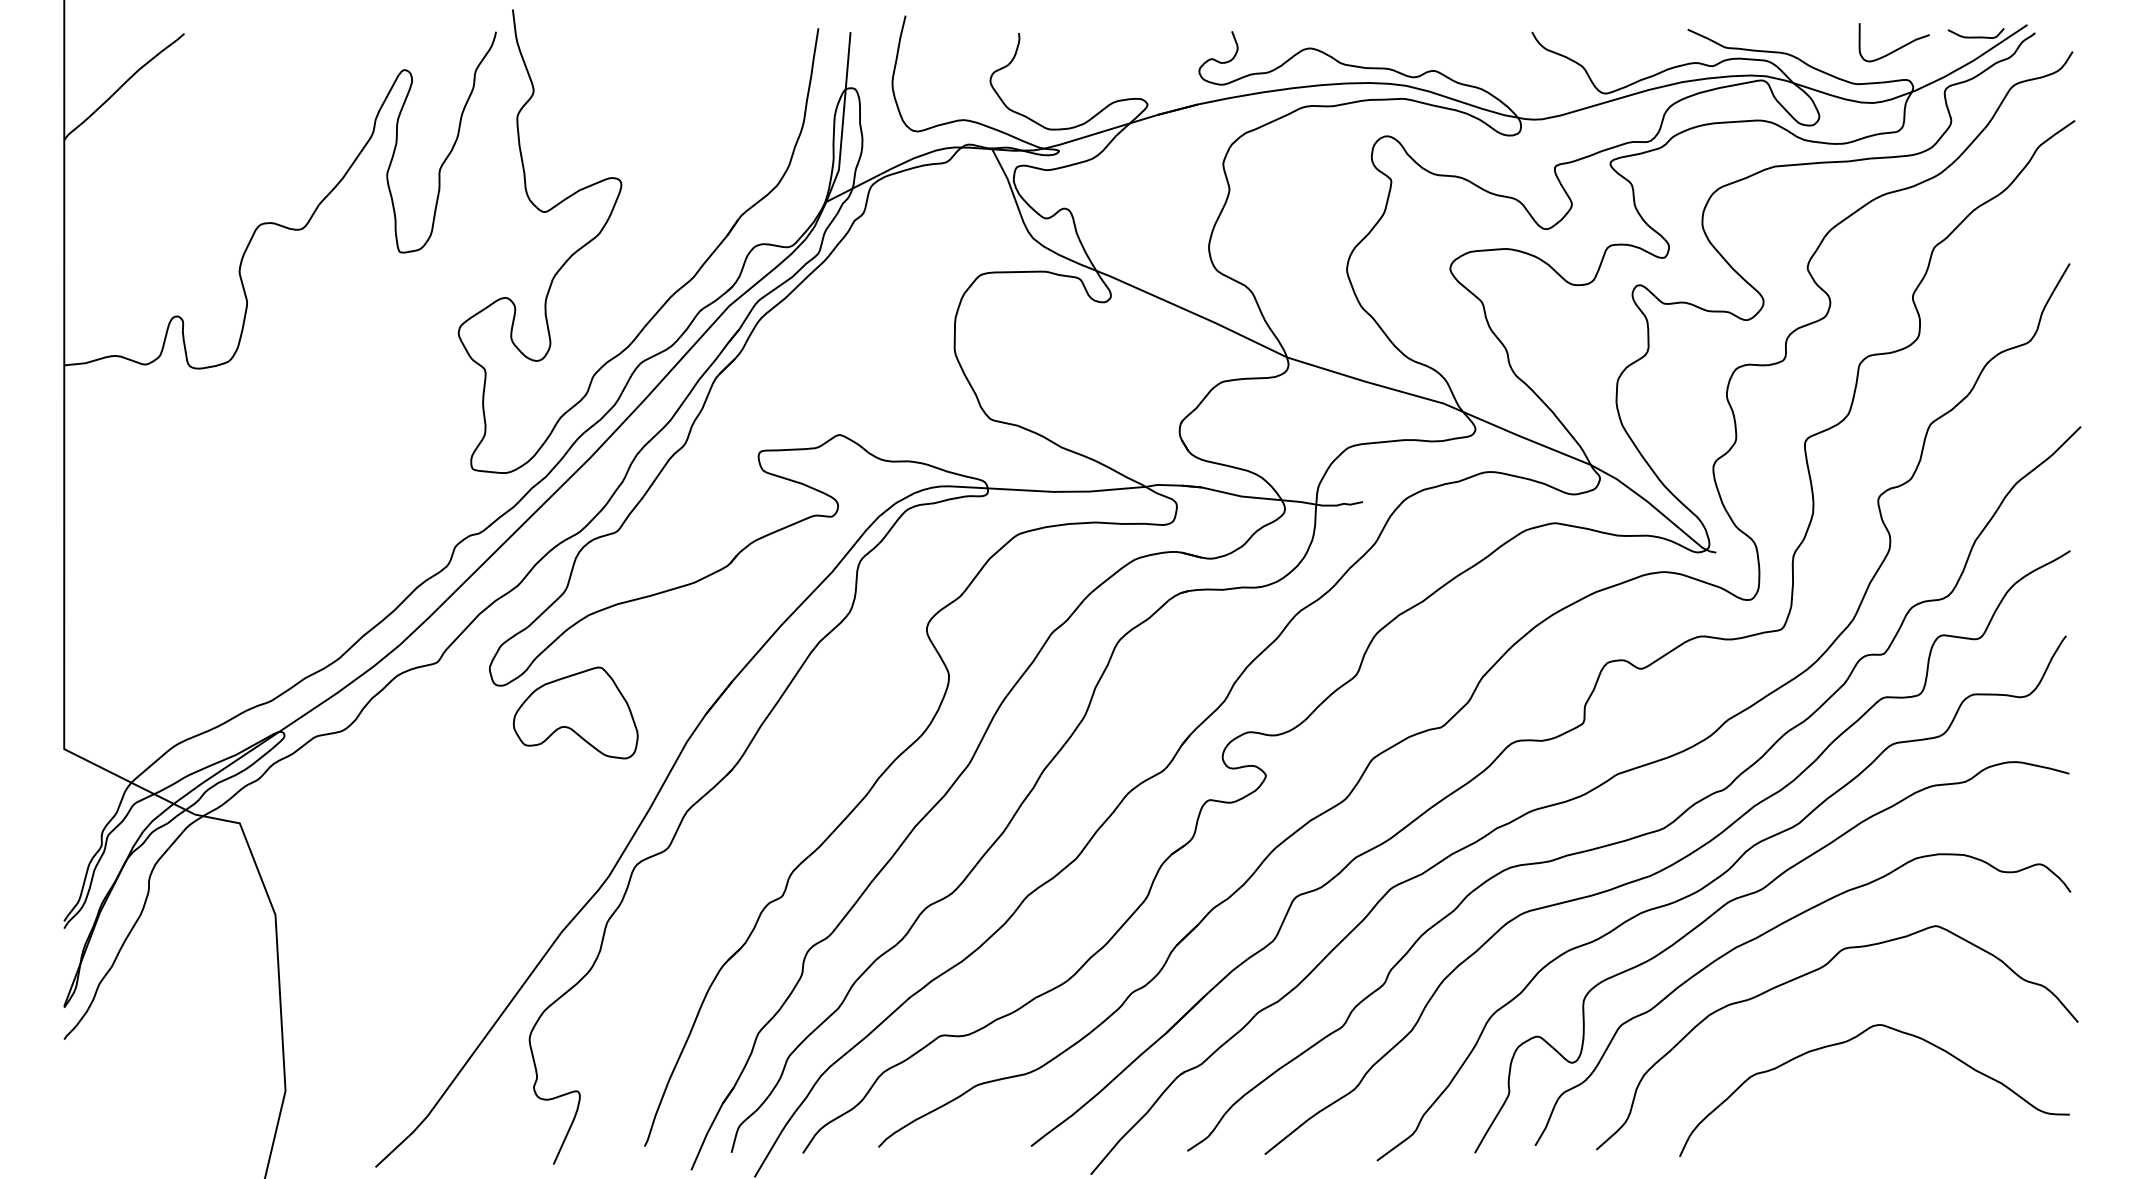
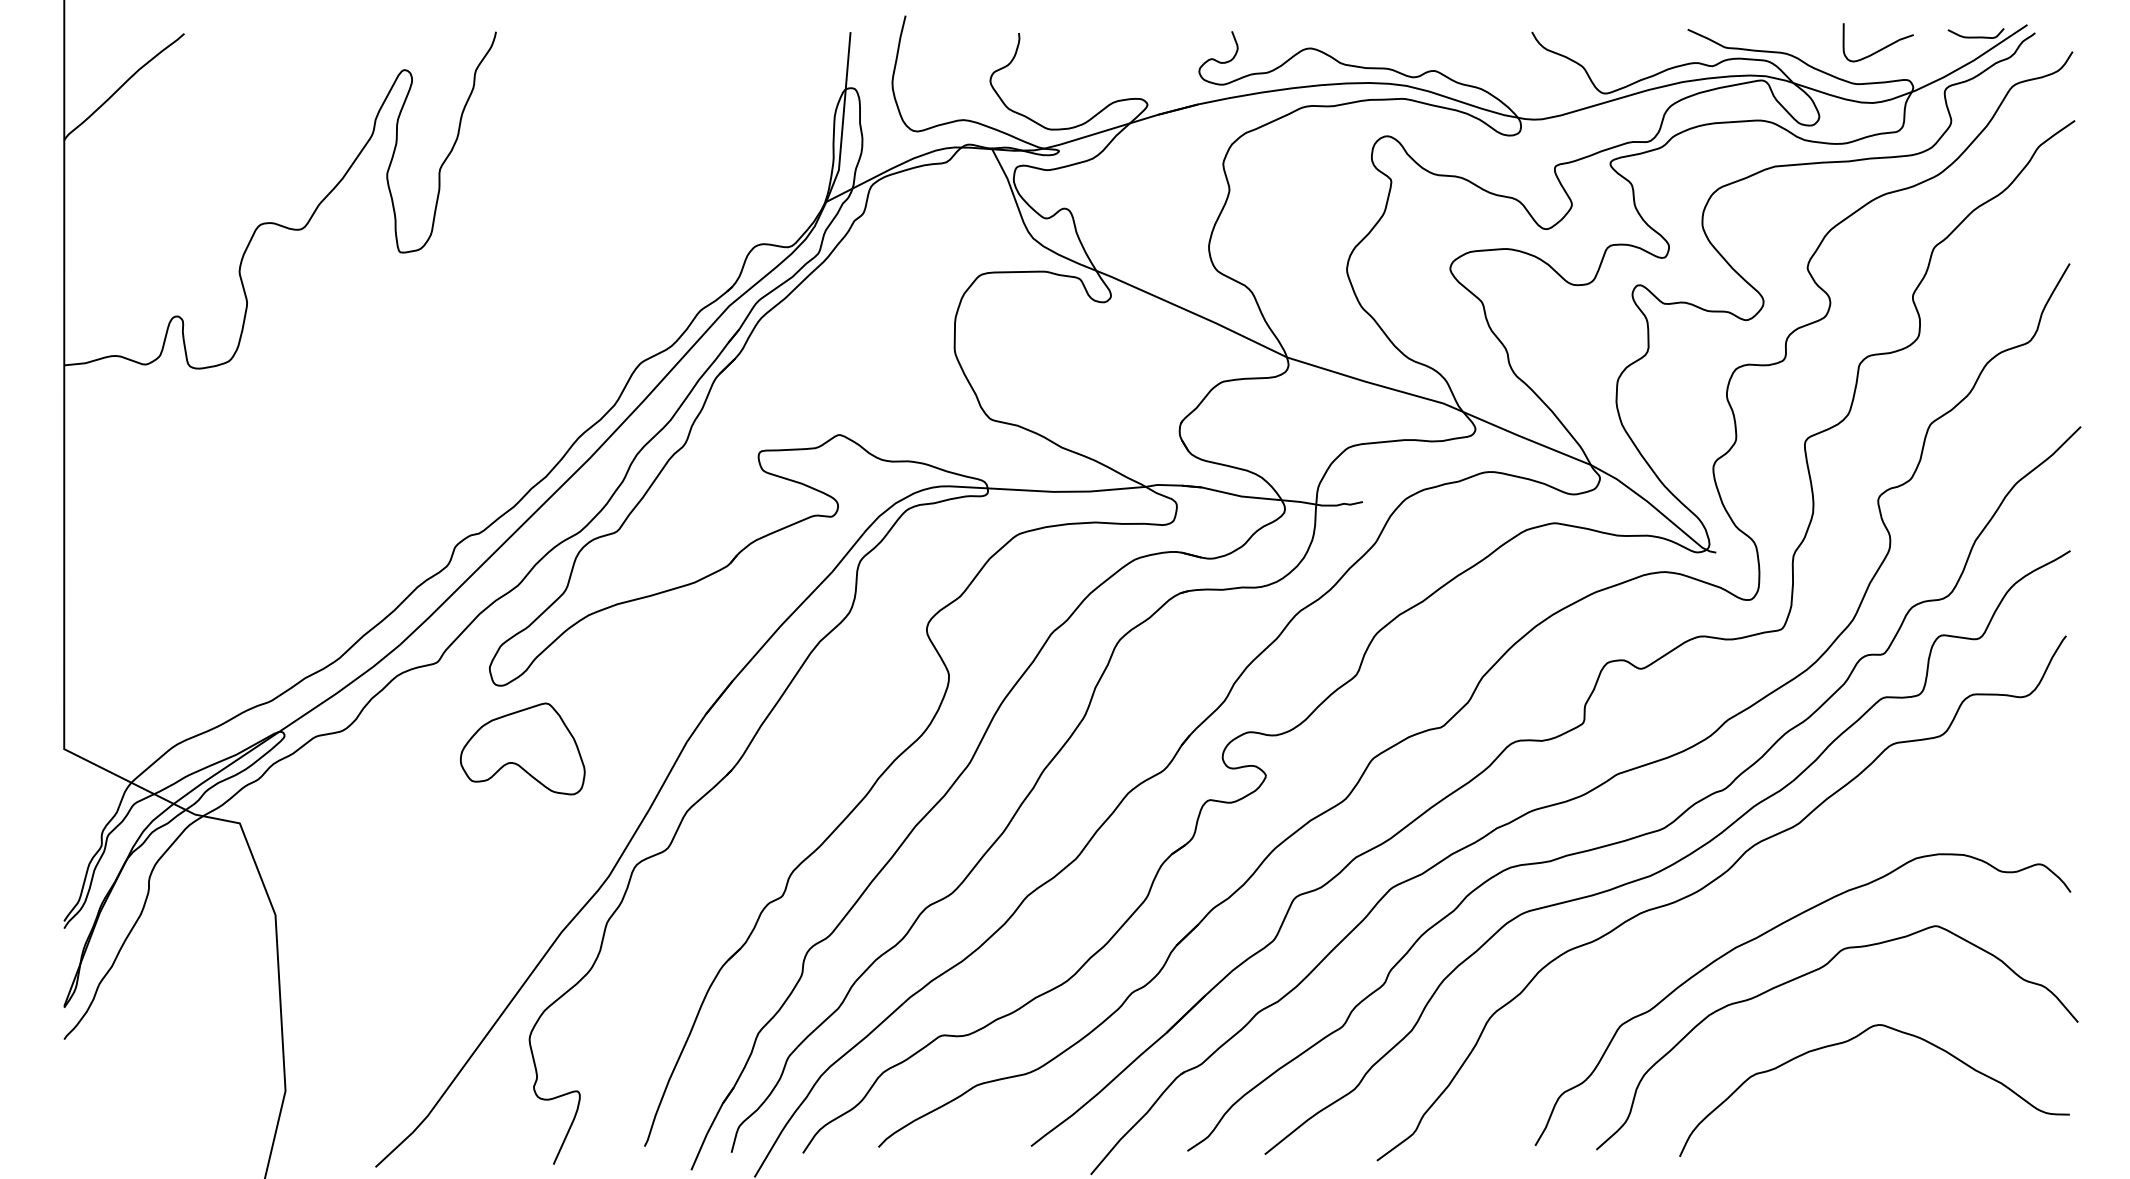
curve at (1897, 48) position: (1897, 48) -> (1881, 48)
part at (607, 223): present -> none
part at (575, 712) position: (575, 712) -> (522, 748)
curve at (1749, 895): present -> none
